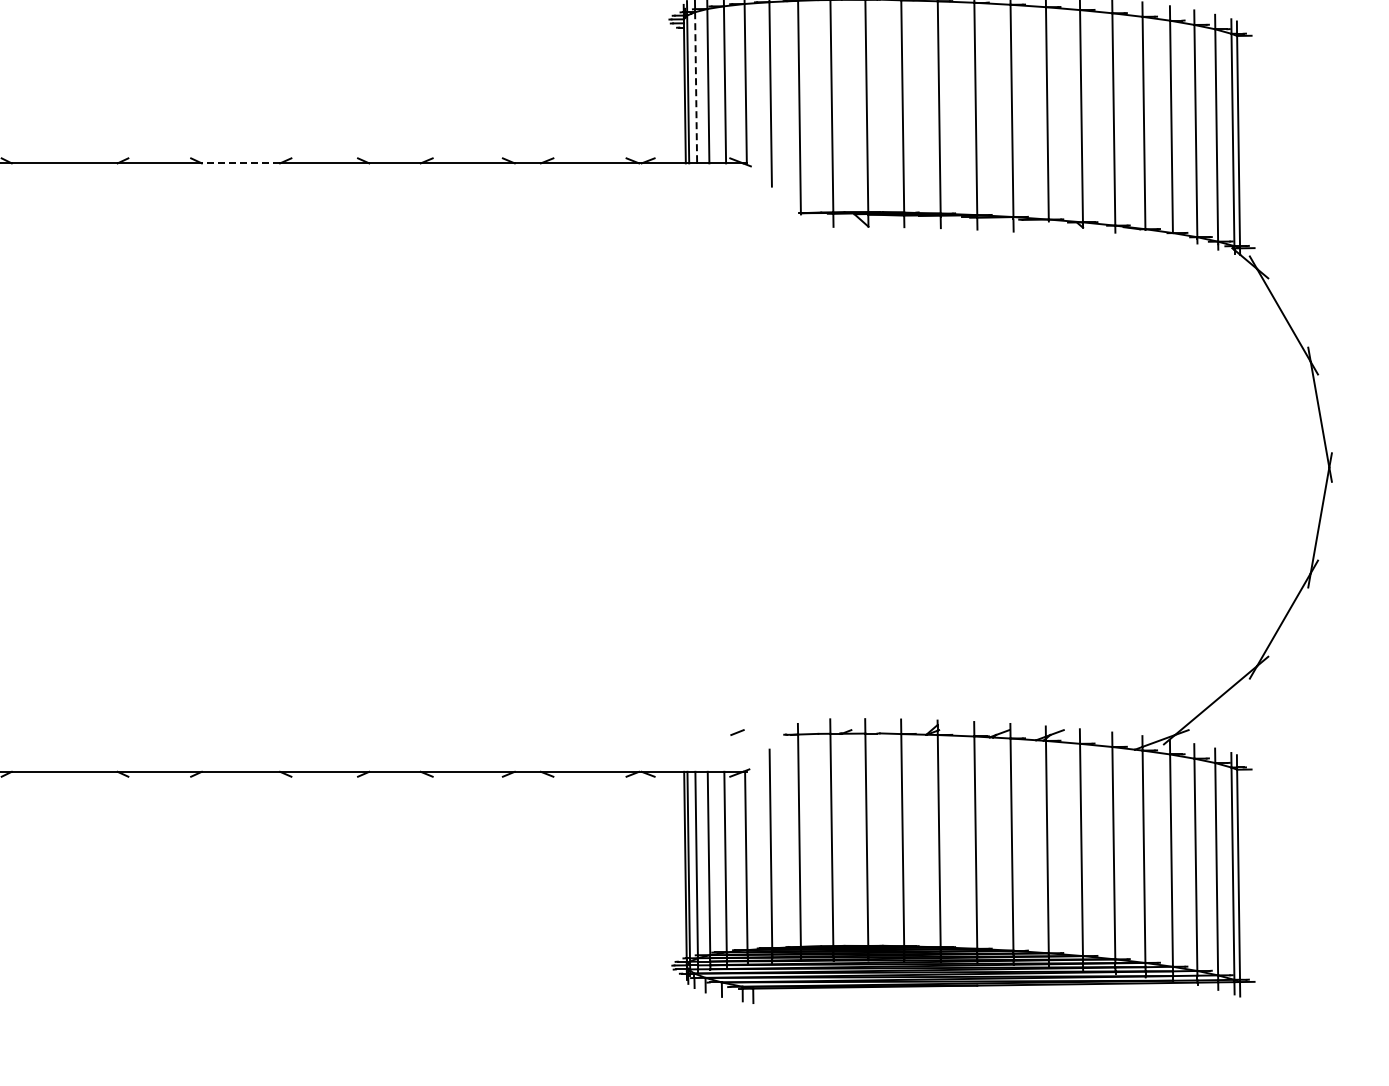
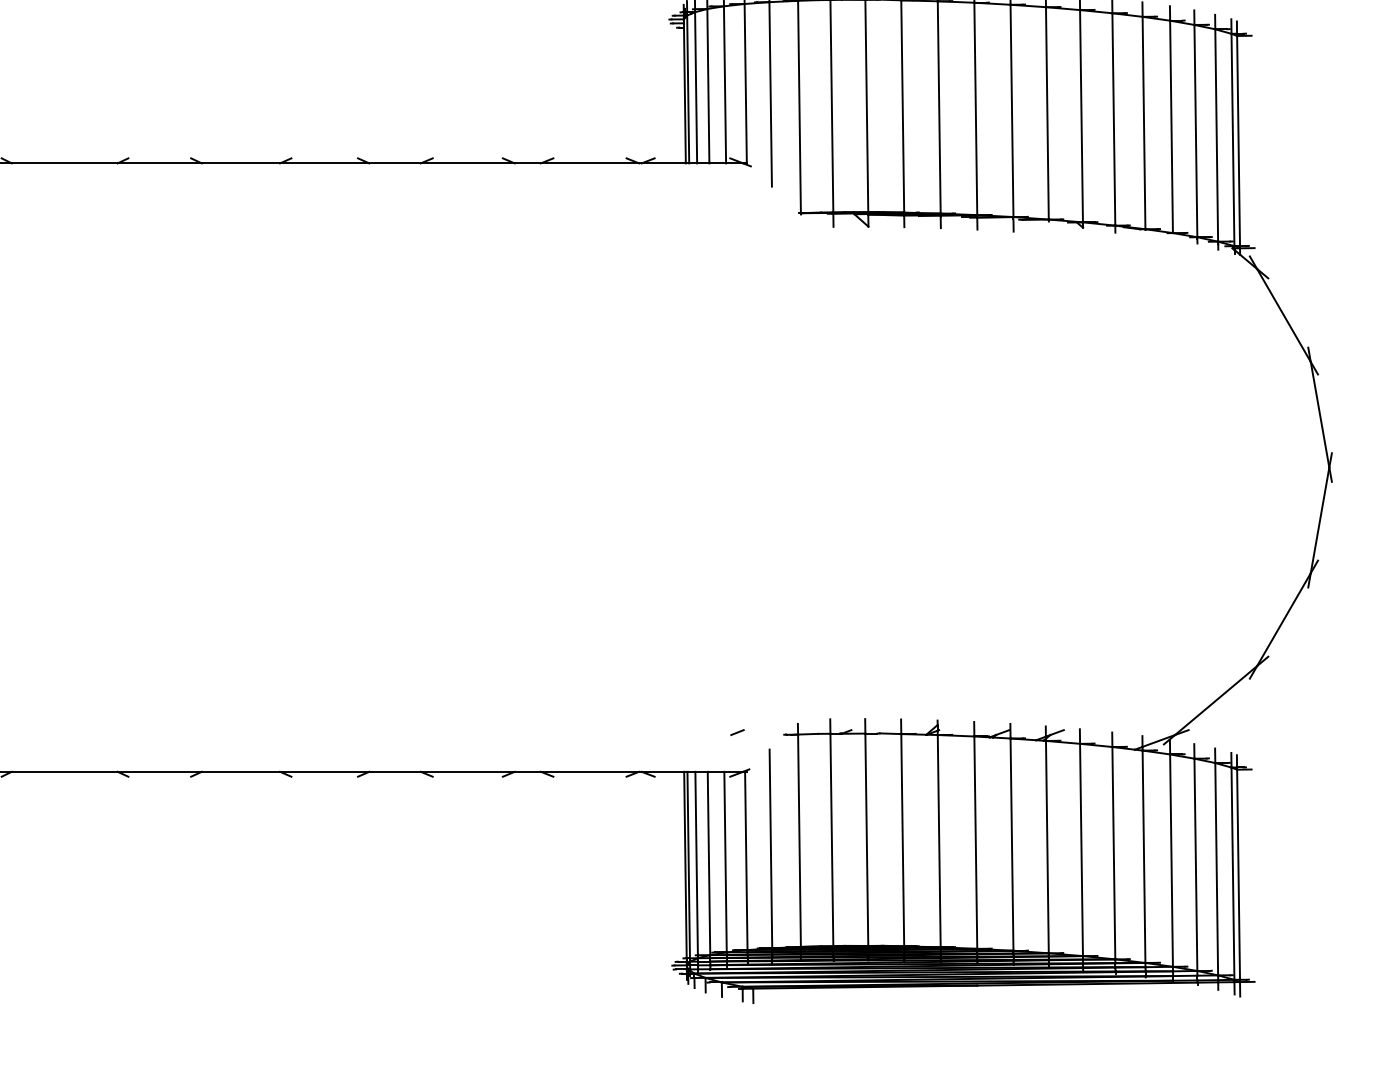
line at (696, 87): dashed -> solid
line at (240, 163): dashed -> solid
